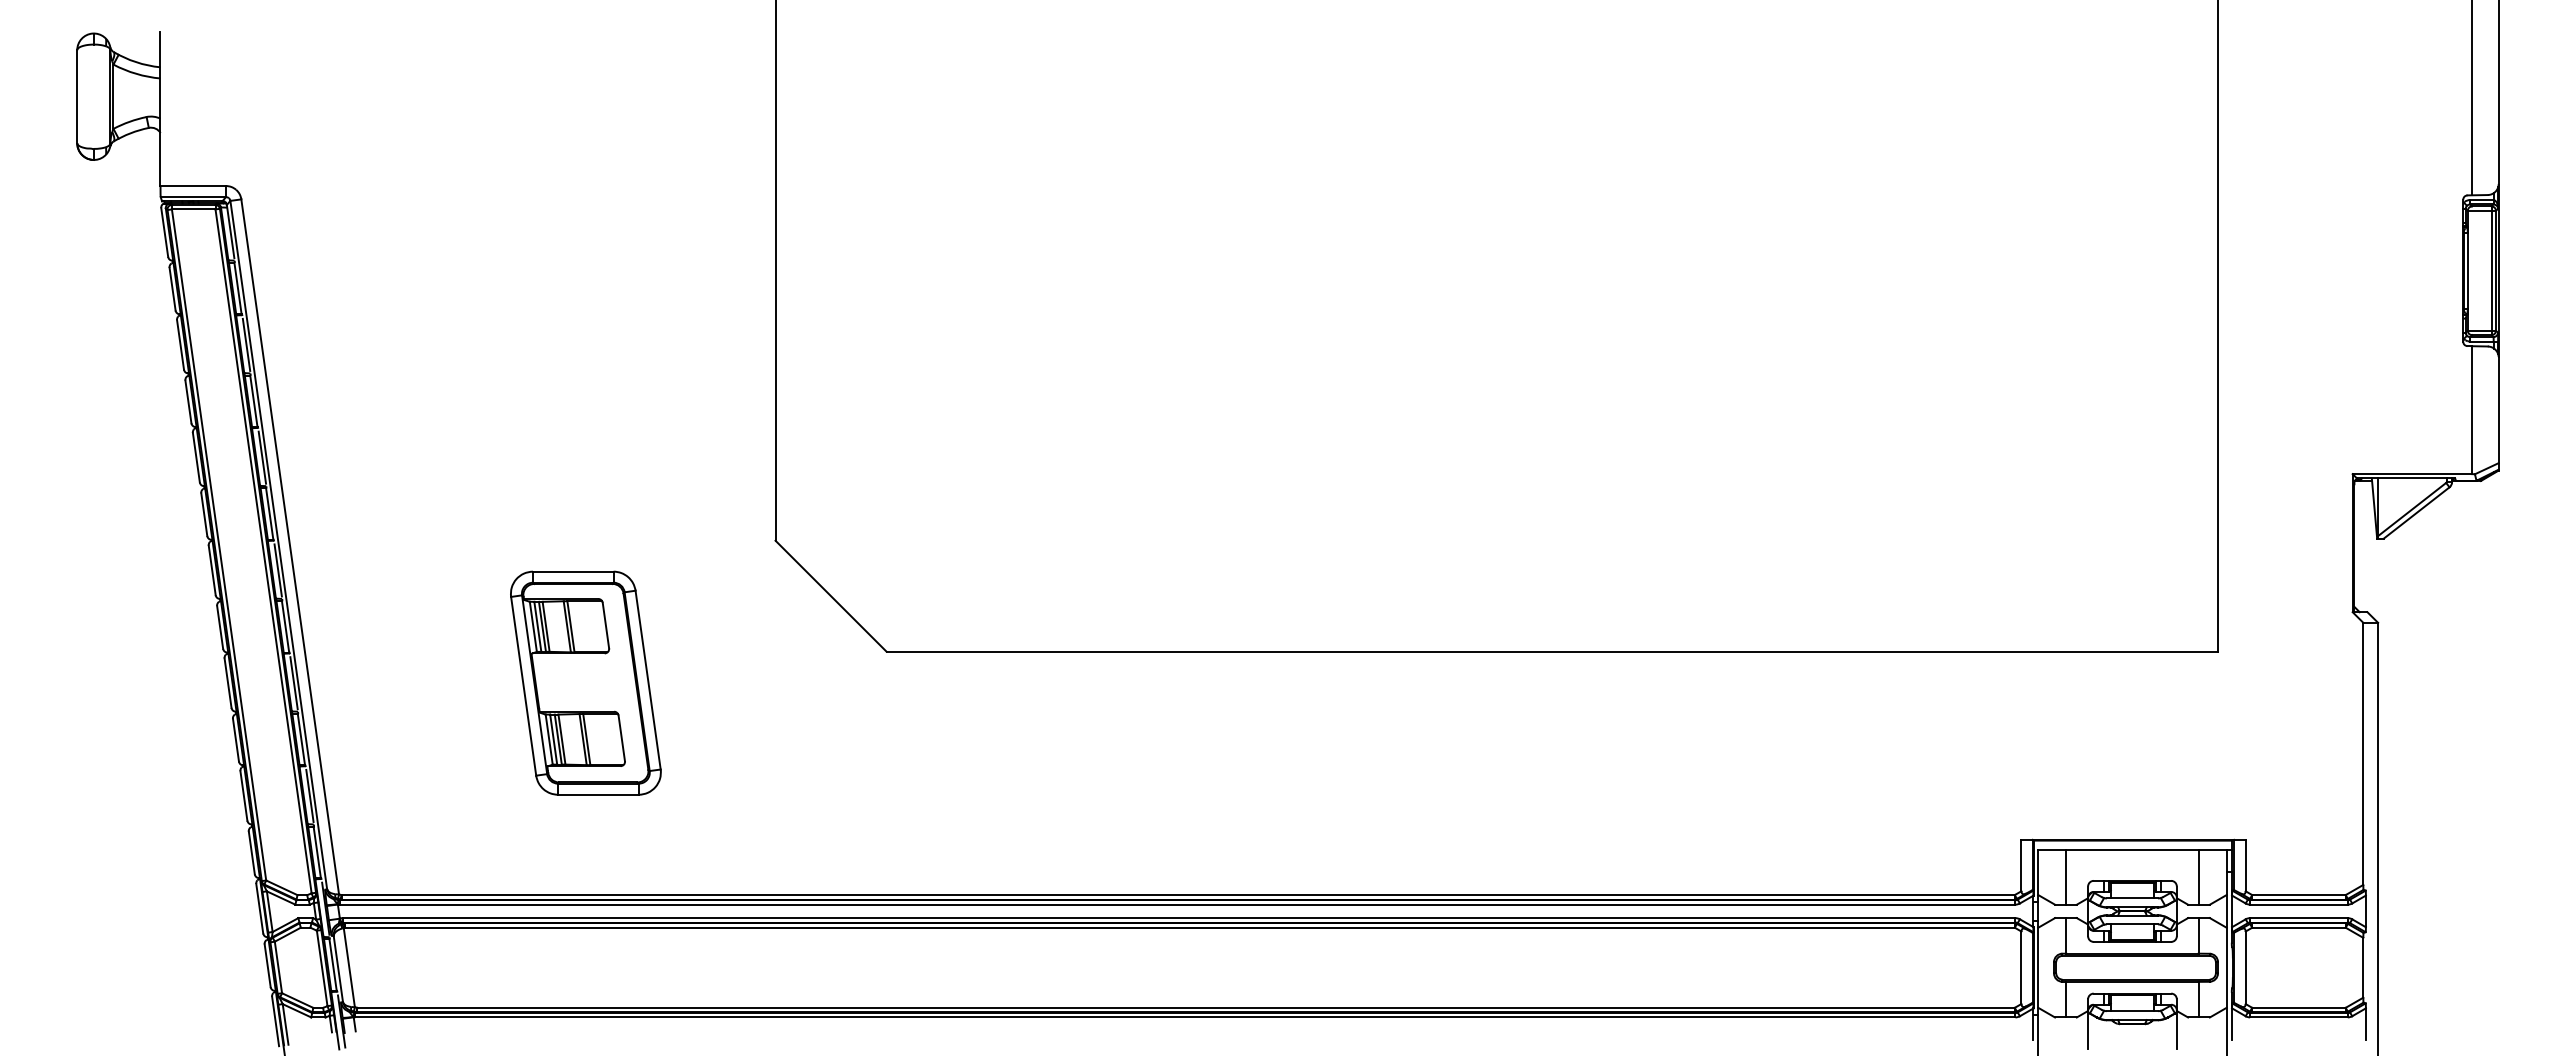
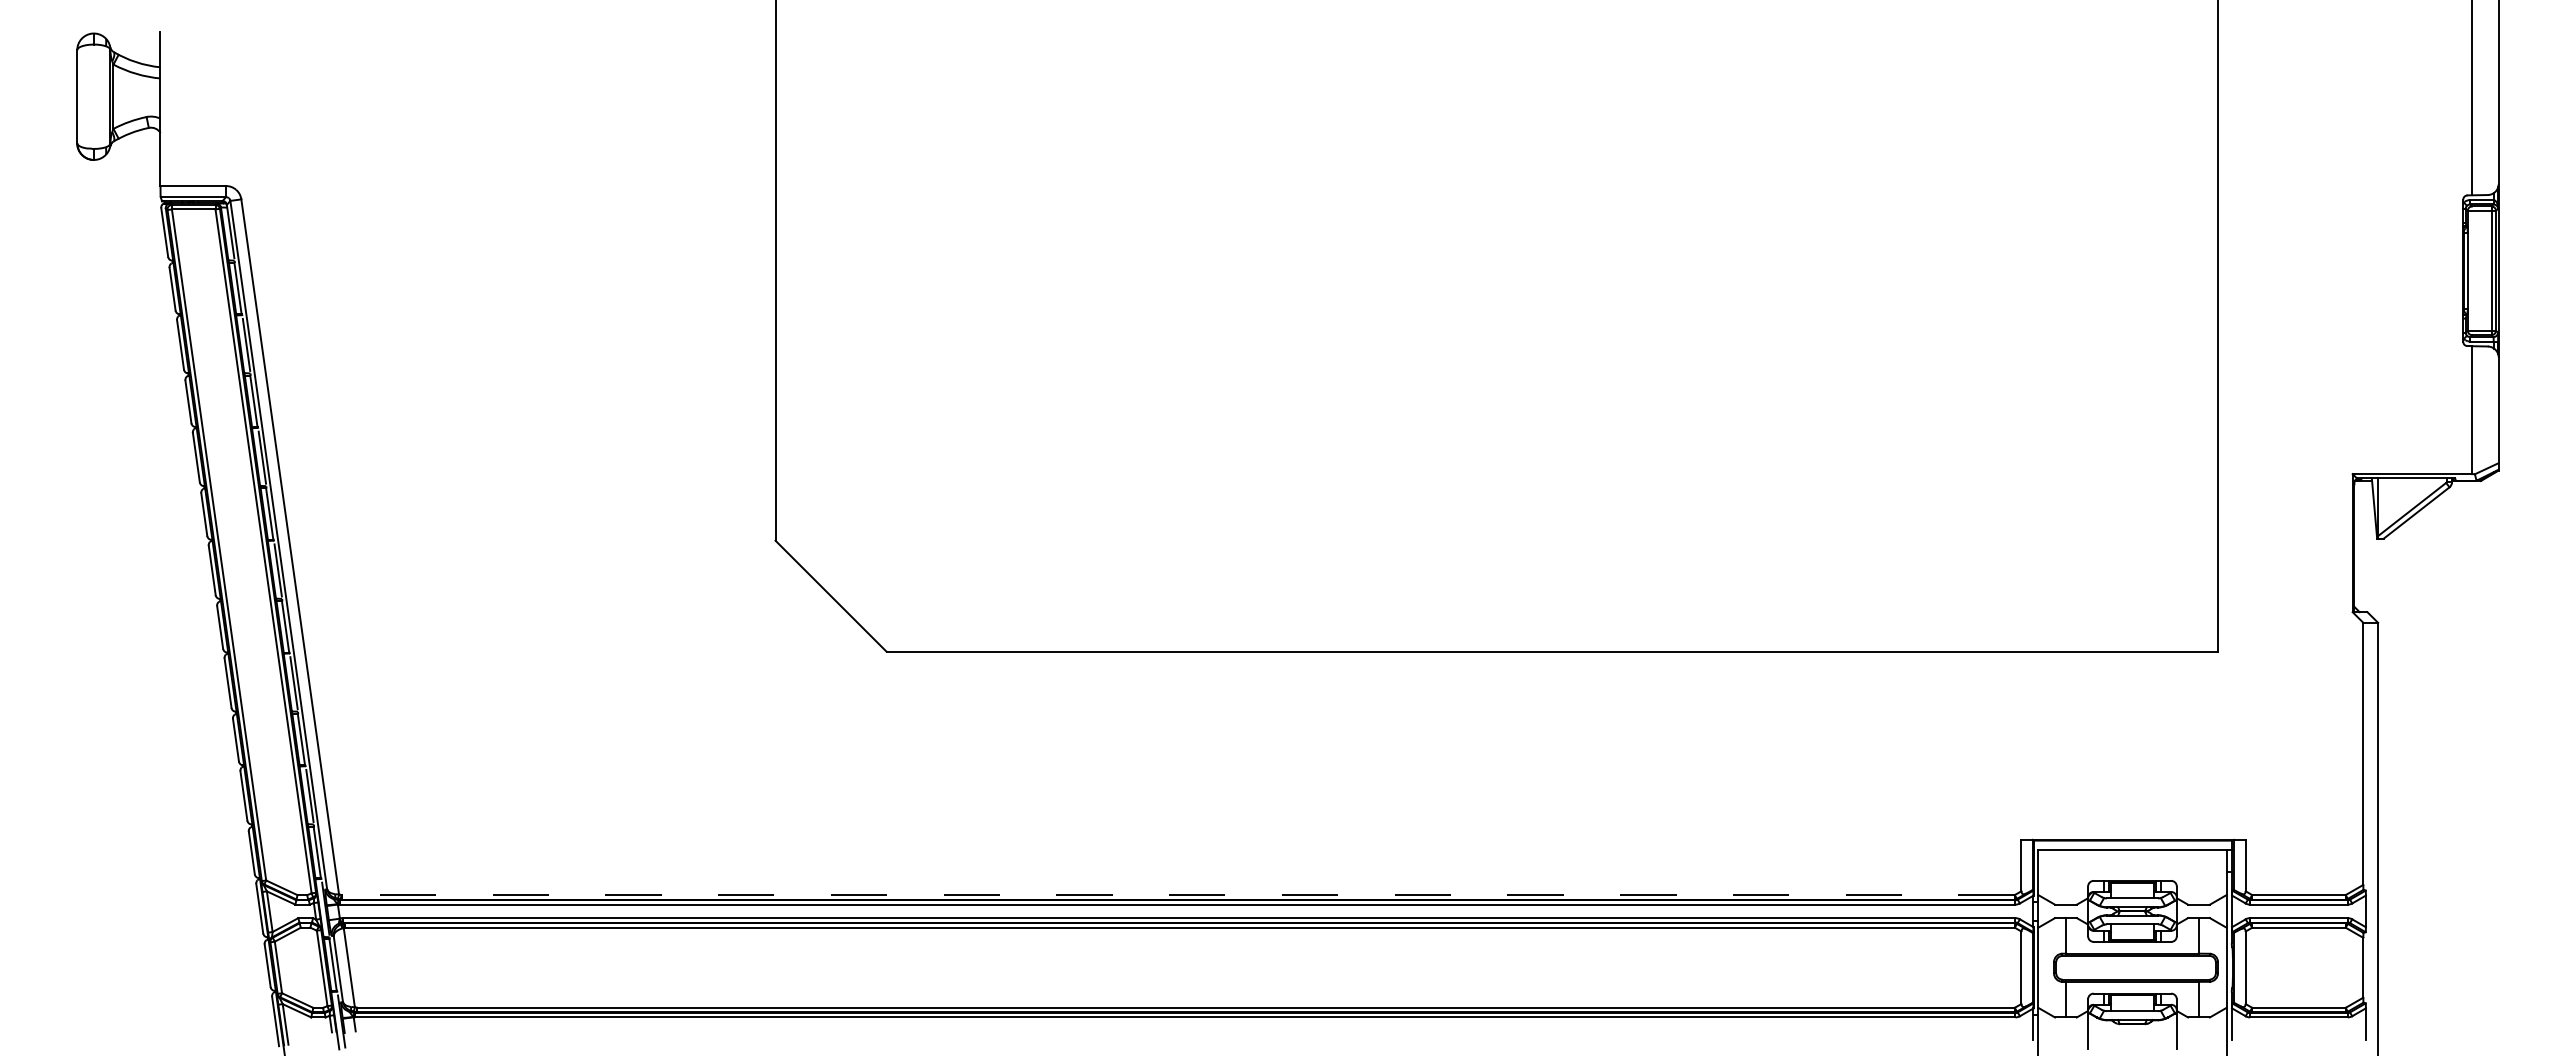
part at (585, 682): present -> none
line at (2066, 876): present -> none
line at (2198, 876): present -> none
line at (1178, 895): solid -> dashed
